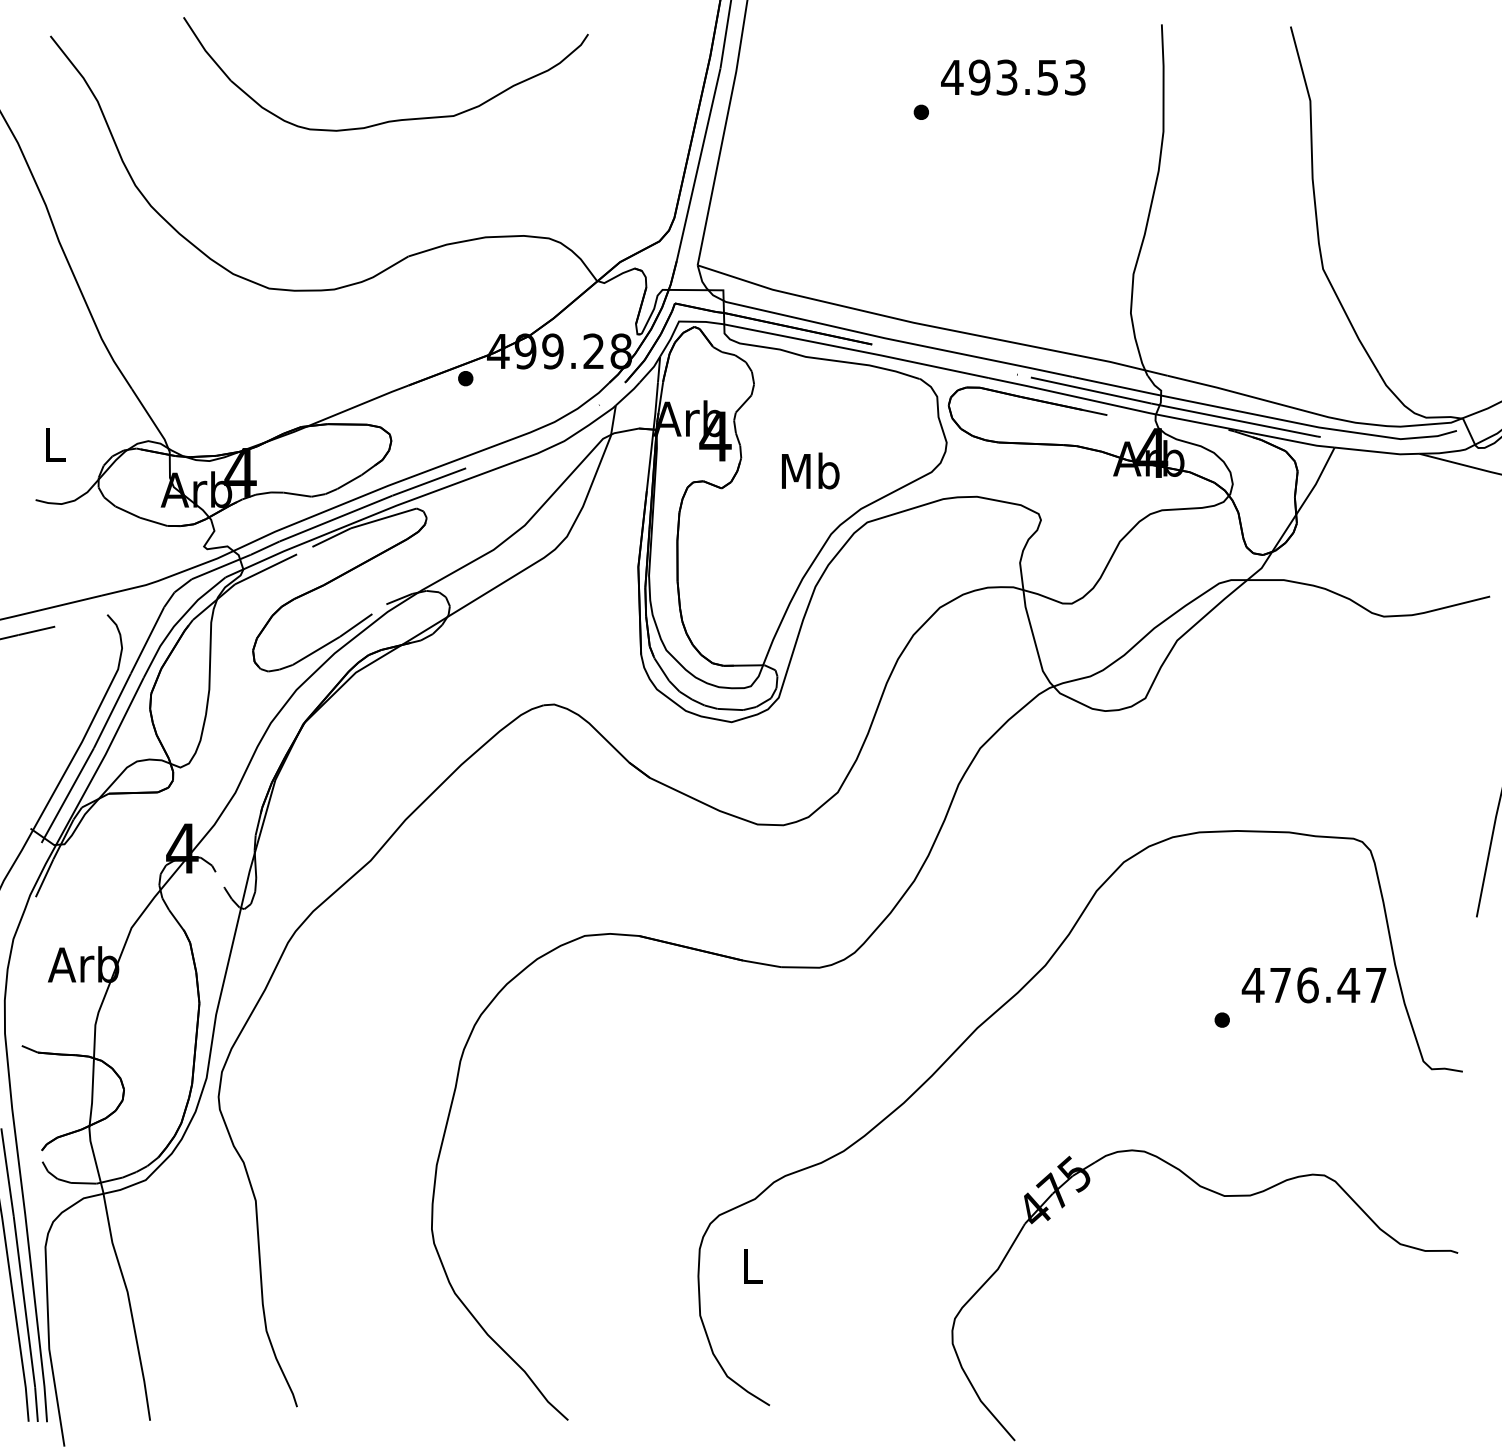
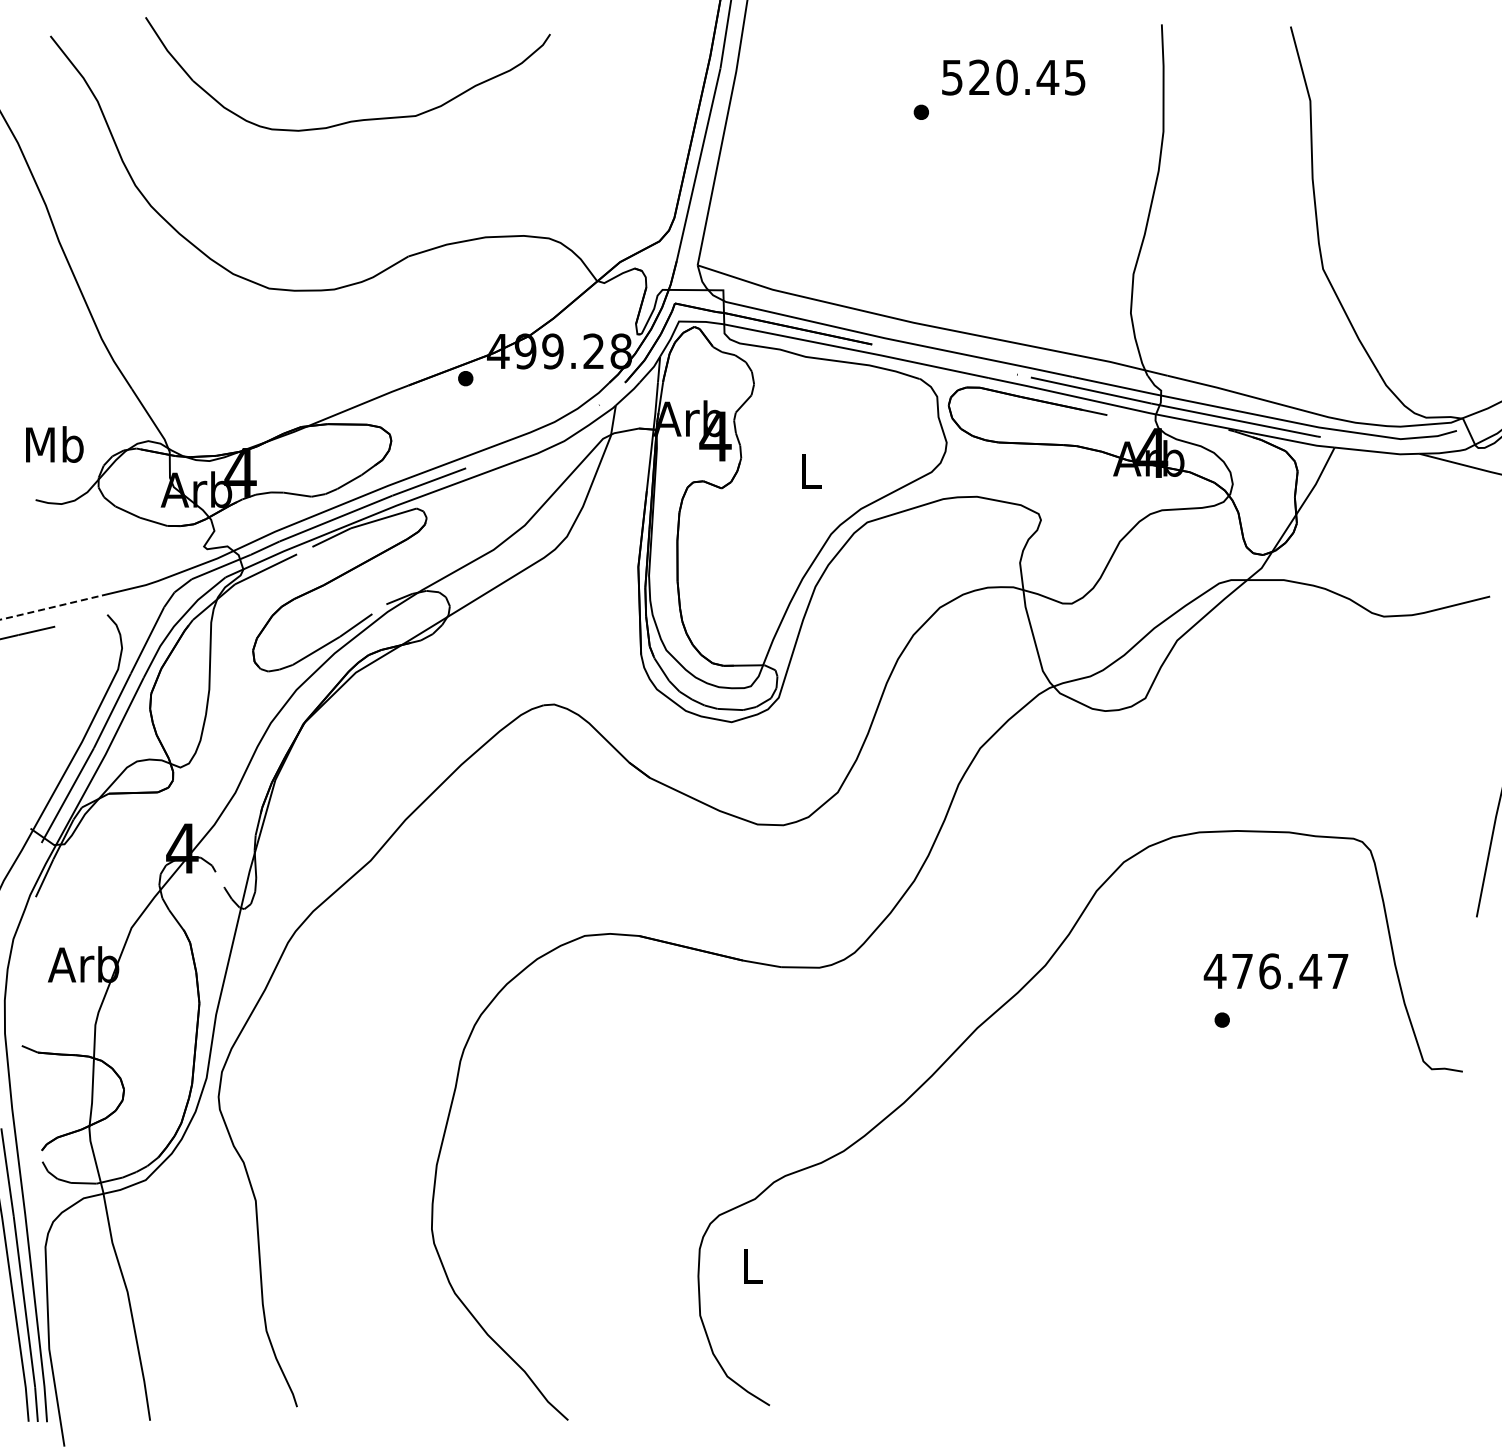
text at (1013, 77): 493.53 -> 520.45
part at (388, 120) position: (388, 120) -> (350, 120)
text at (54, 444): L -> Mb
text at (810, 470): Mb -> L
line at (50, 607): solid -> dashed
text at (1313, 985) position: (1313, 985) -> (1275, 971)
part at (1222, 1196): present -> none
